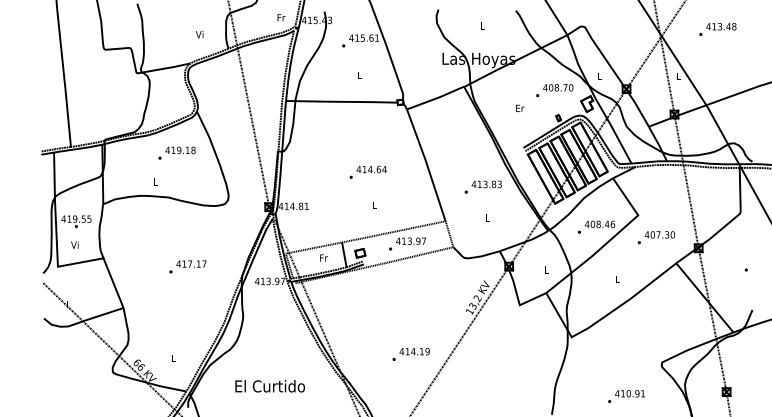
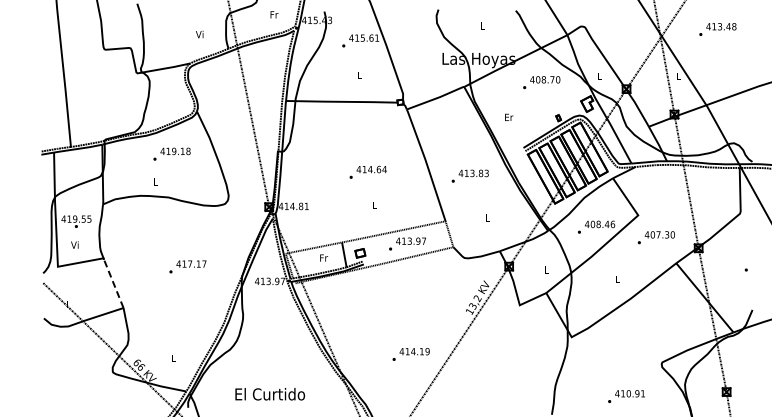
text at (281, 17) position: (281, 17) -> (274, 14)
text at (554, 90) position: (554, 90) -> (541, 82)
text at (520, 107) position: (520, 107) -> (509, 116)
text at (176, 152) position: (176, 152) -> (171, 153)
text at (482, 186) position: (482, 186) -> (469, 175)
line at (113, 283): solid -> dashed
text at (269, 386) position: (269, 386) -> (269, 394)
